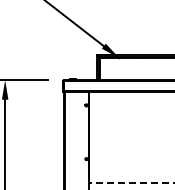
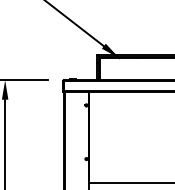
line at (131, 182): dashed -> solid
